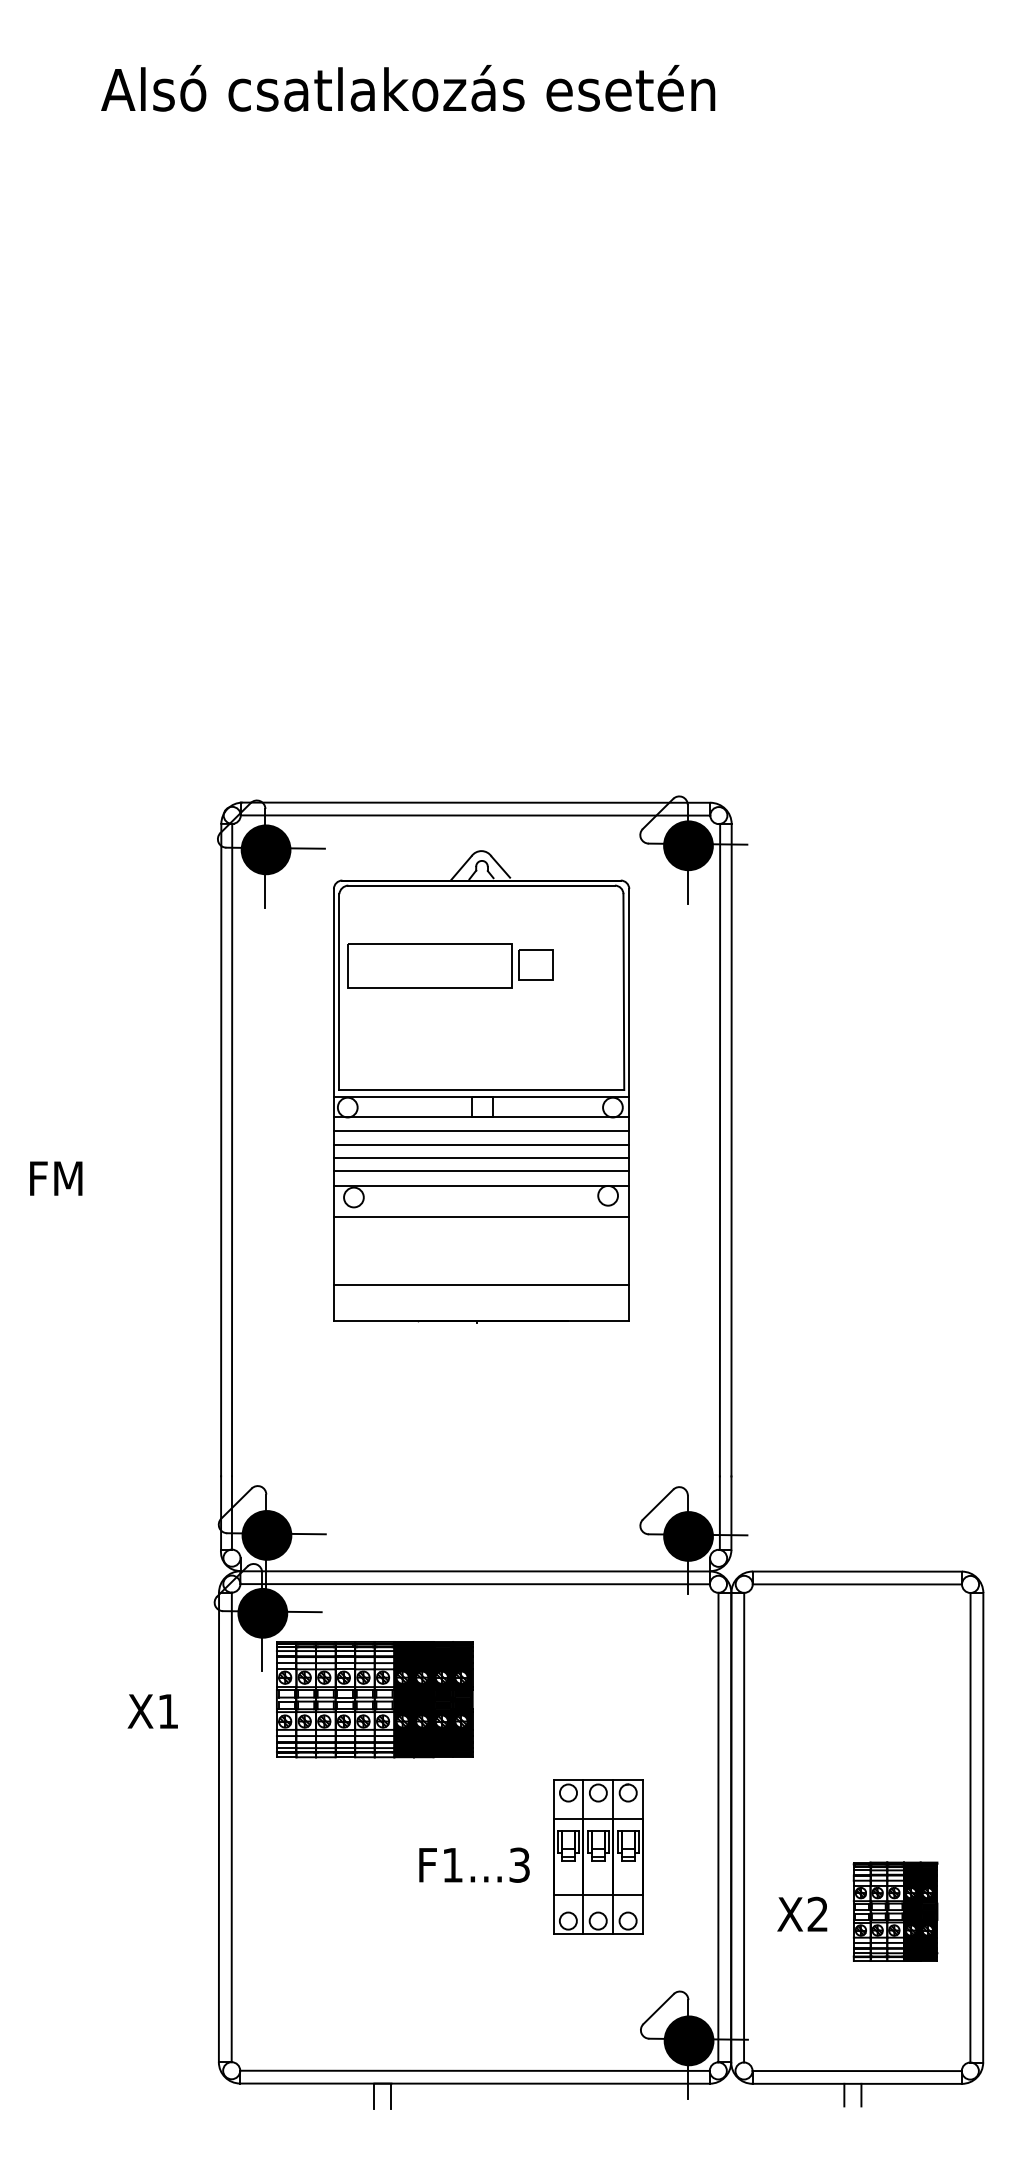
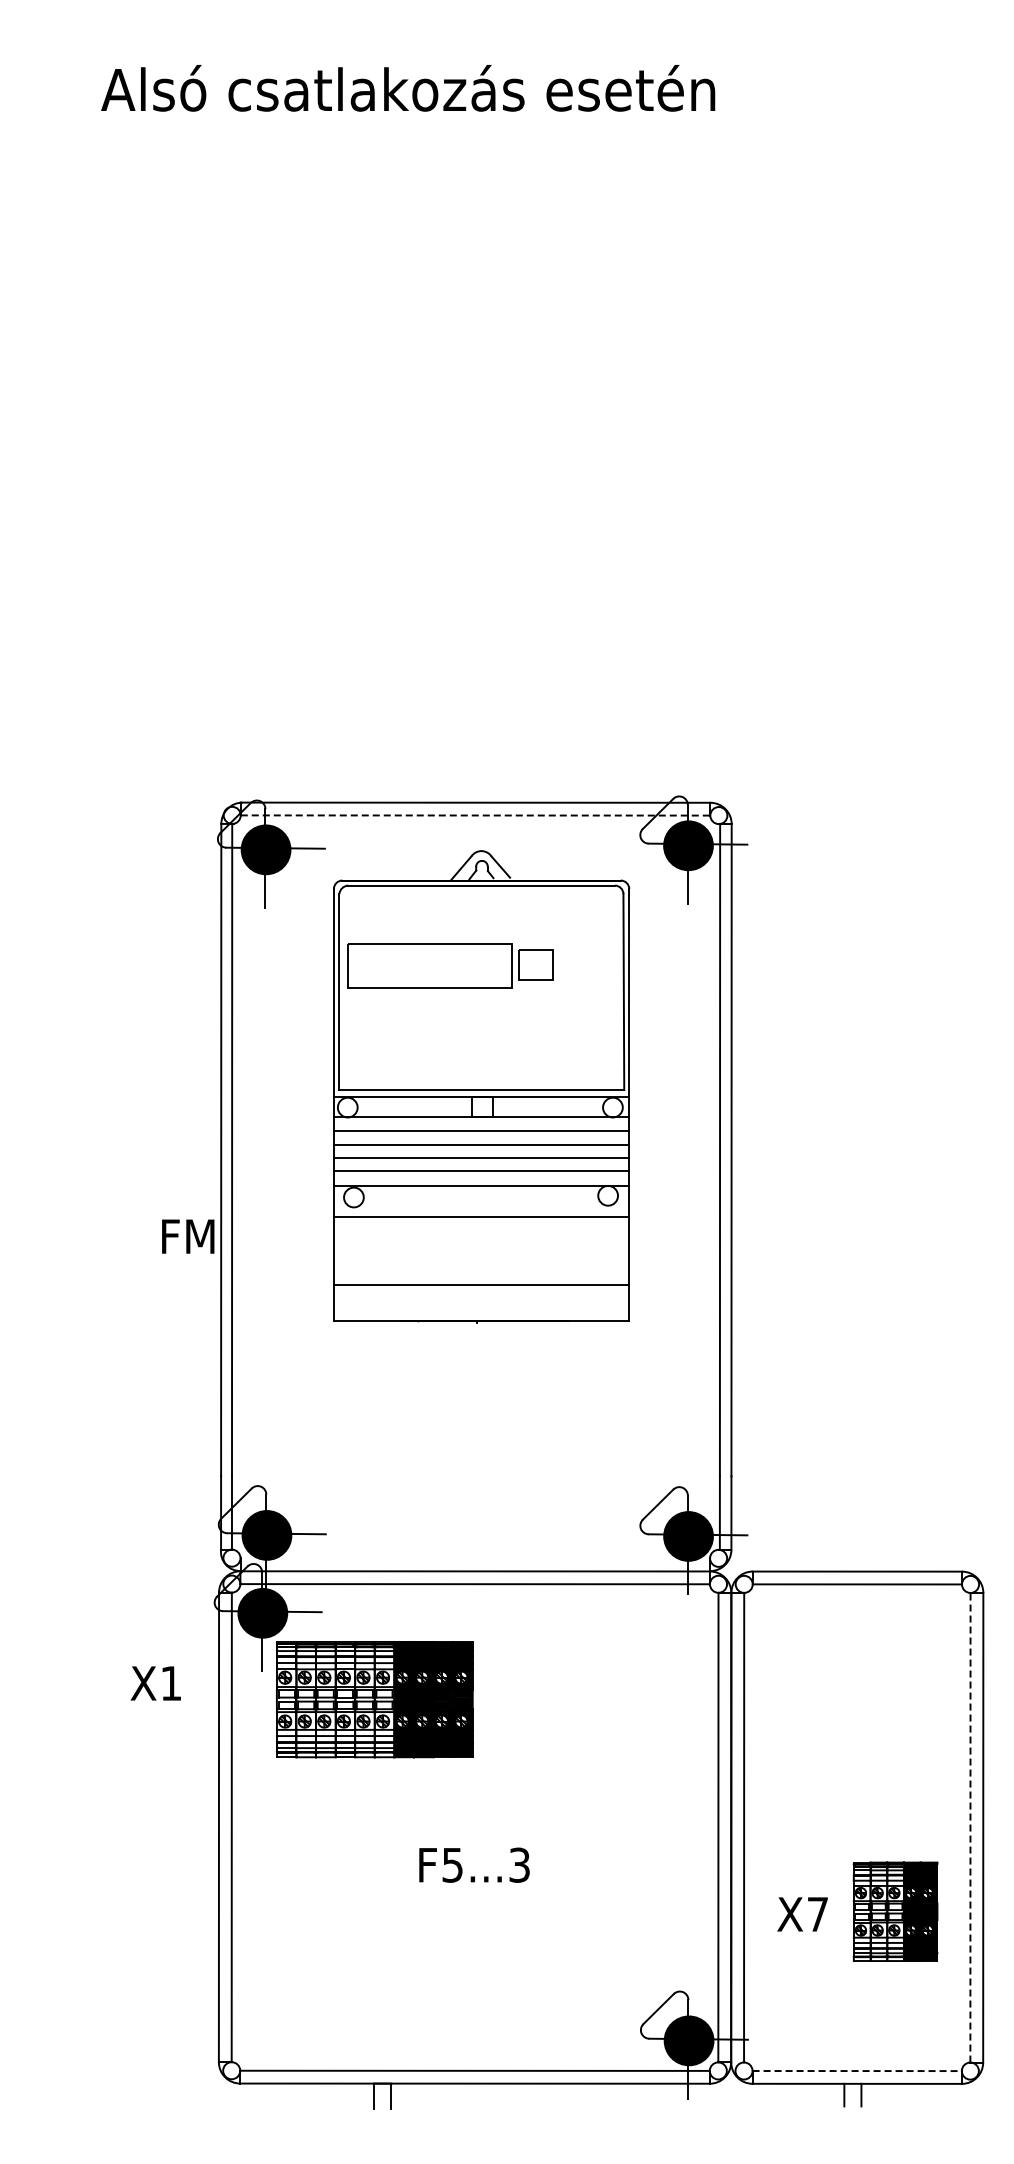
line at (475, 815): solid -> dashed
text at (56, 1178) position: (56, 1178) -> (188, 1236)
text at (152, 1711) position: (152, 1711) -> (155, 1683)
line at (970, 1827): solid -> dashed
part at (598, 1856): present -> none
text at (452, 1865): F1...3 -> F5...3
text at (817, 1913): X2 -> X7
line at (857, 2071): solid -> dashed
